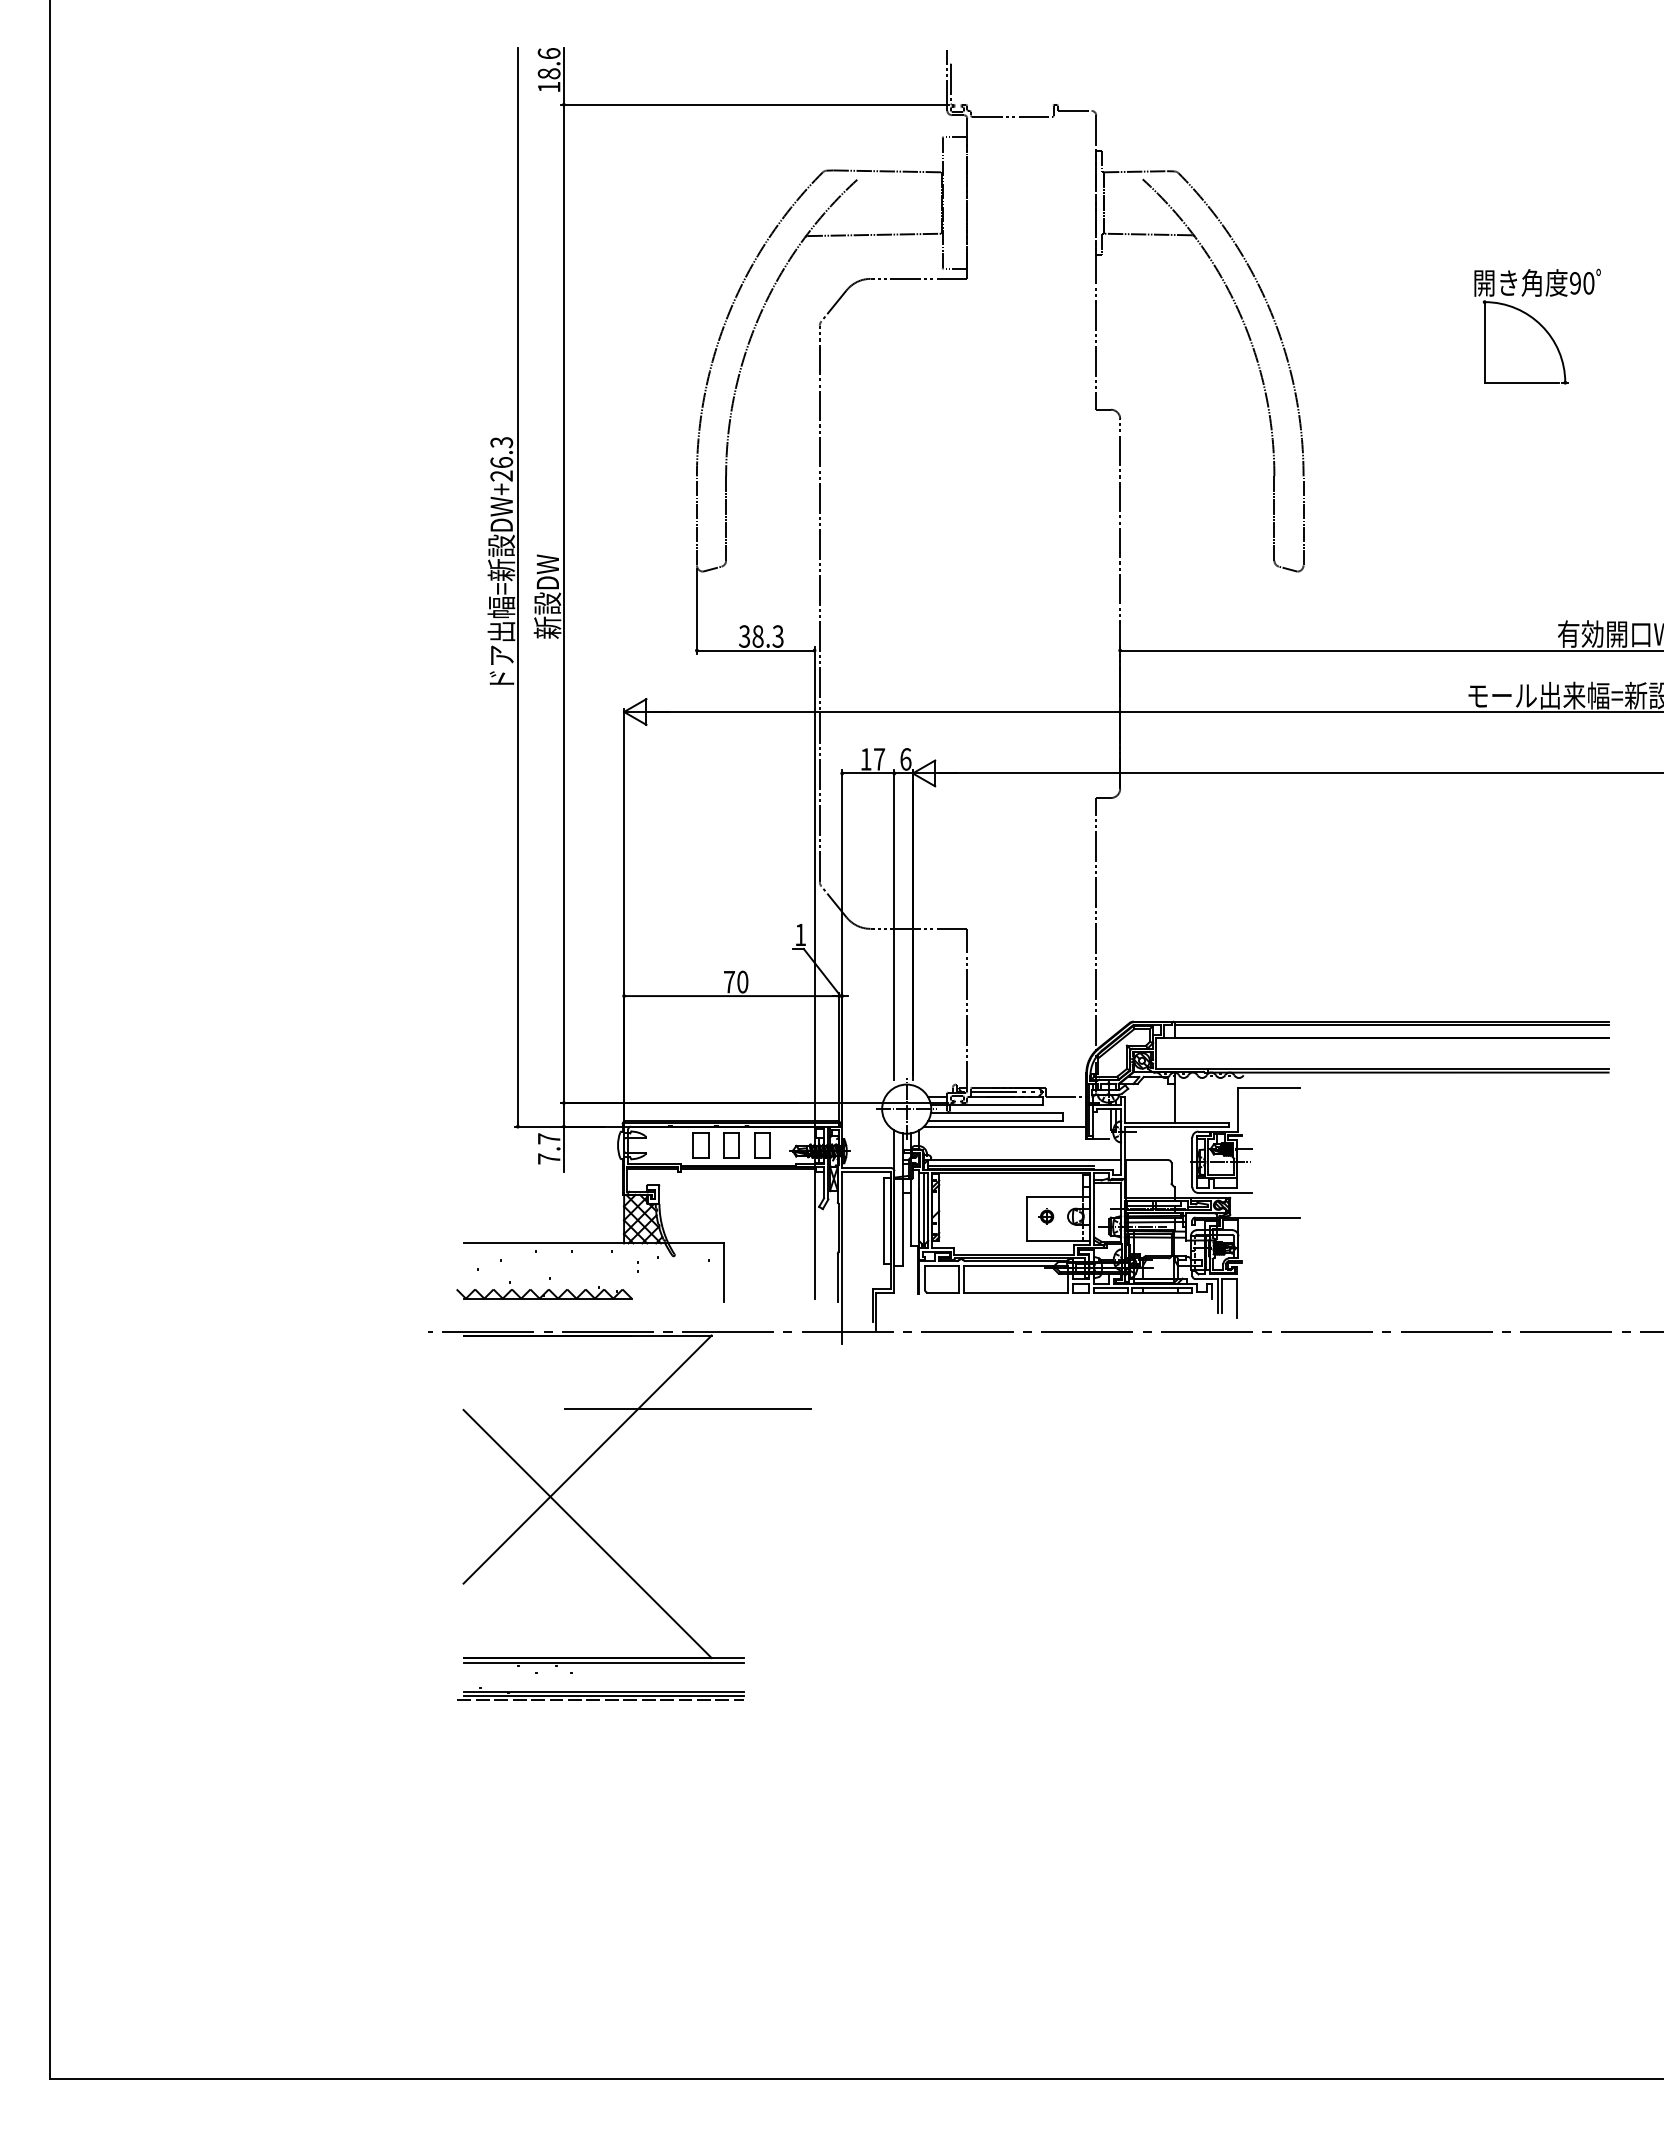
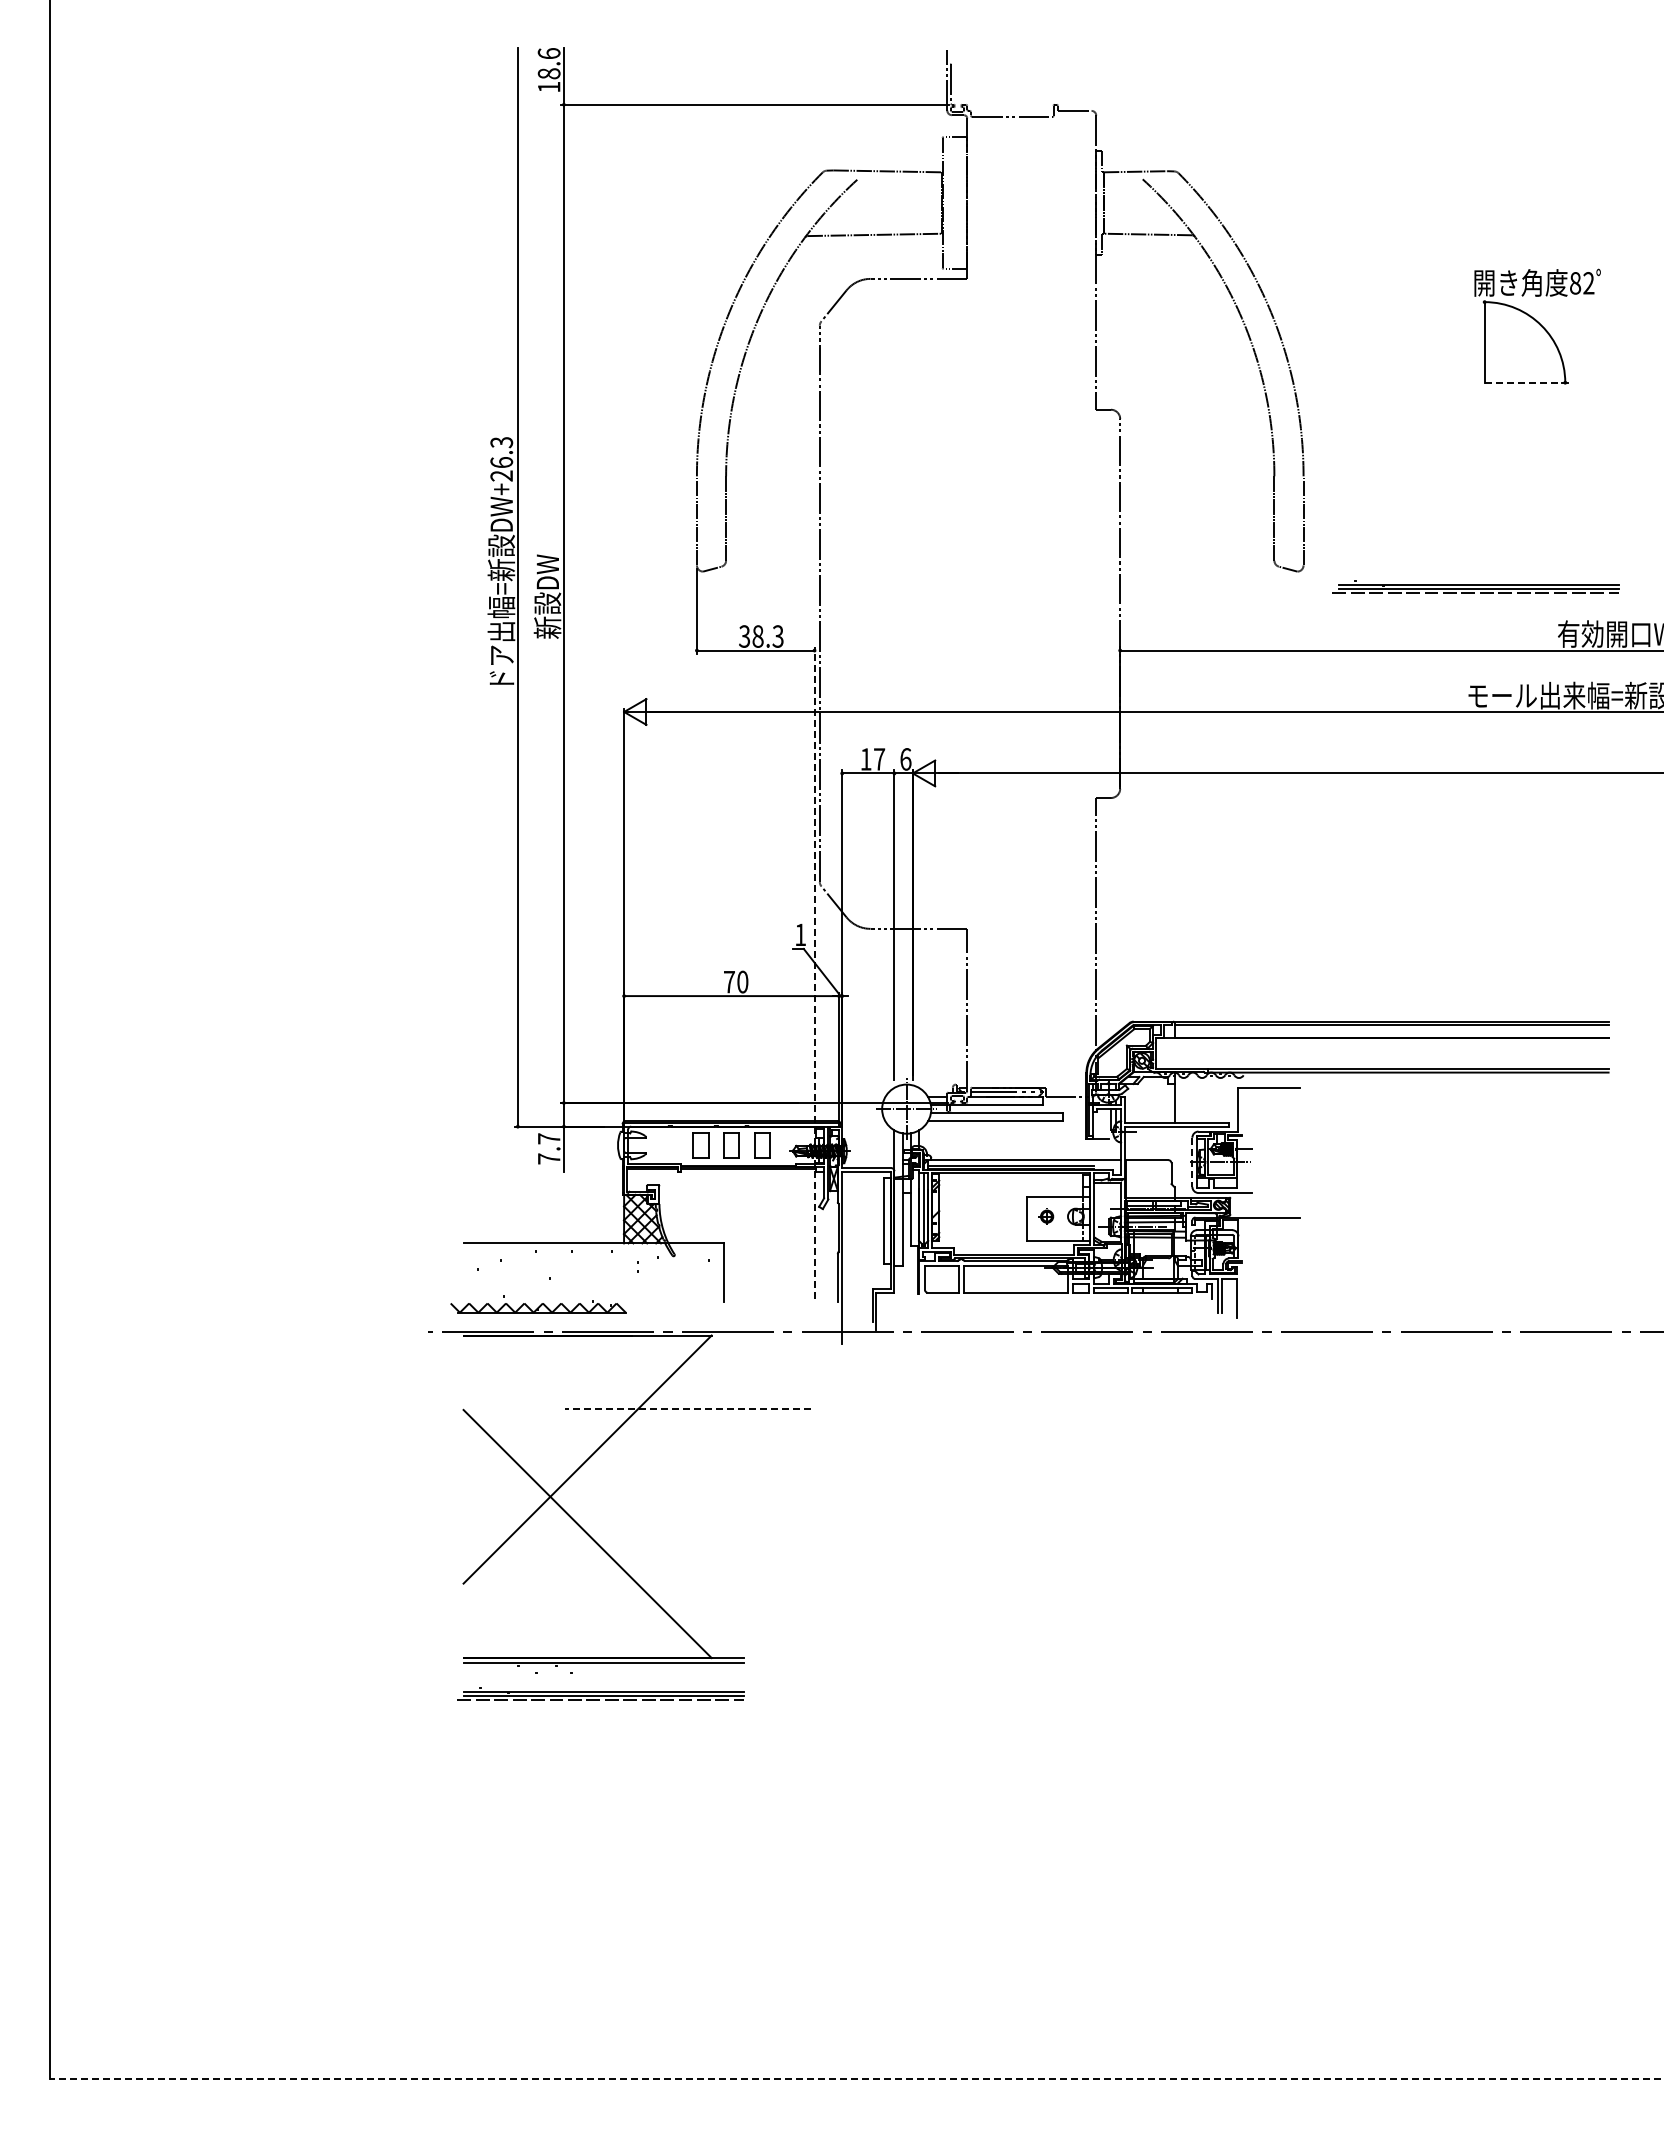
text at (1582, 283): 90 -> 82
line at (1521, 382): solid -> dashed
part at (1475, 586): none -> present
line at (814, 973): solid -> dashed
line at (1004, 1126): present -> none
line at (1192, 1162): solid -> dashed
part at (544, 1290) position: (544, 1290) -> (538, 1304)
line at (687, 1408): solid -> dashed
line at (856, 2078): solid -> dashed
